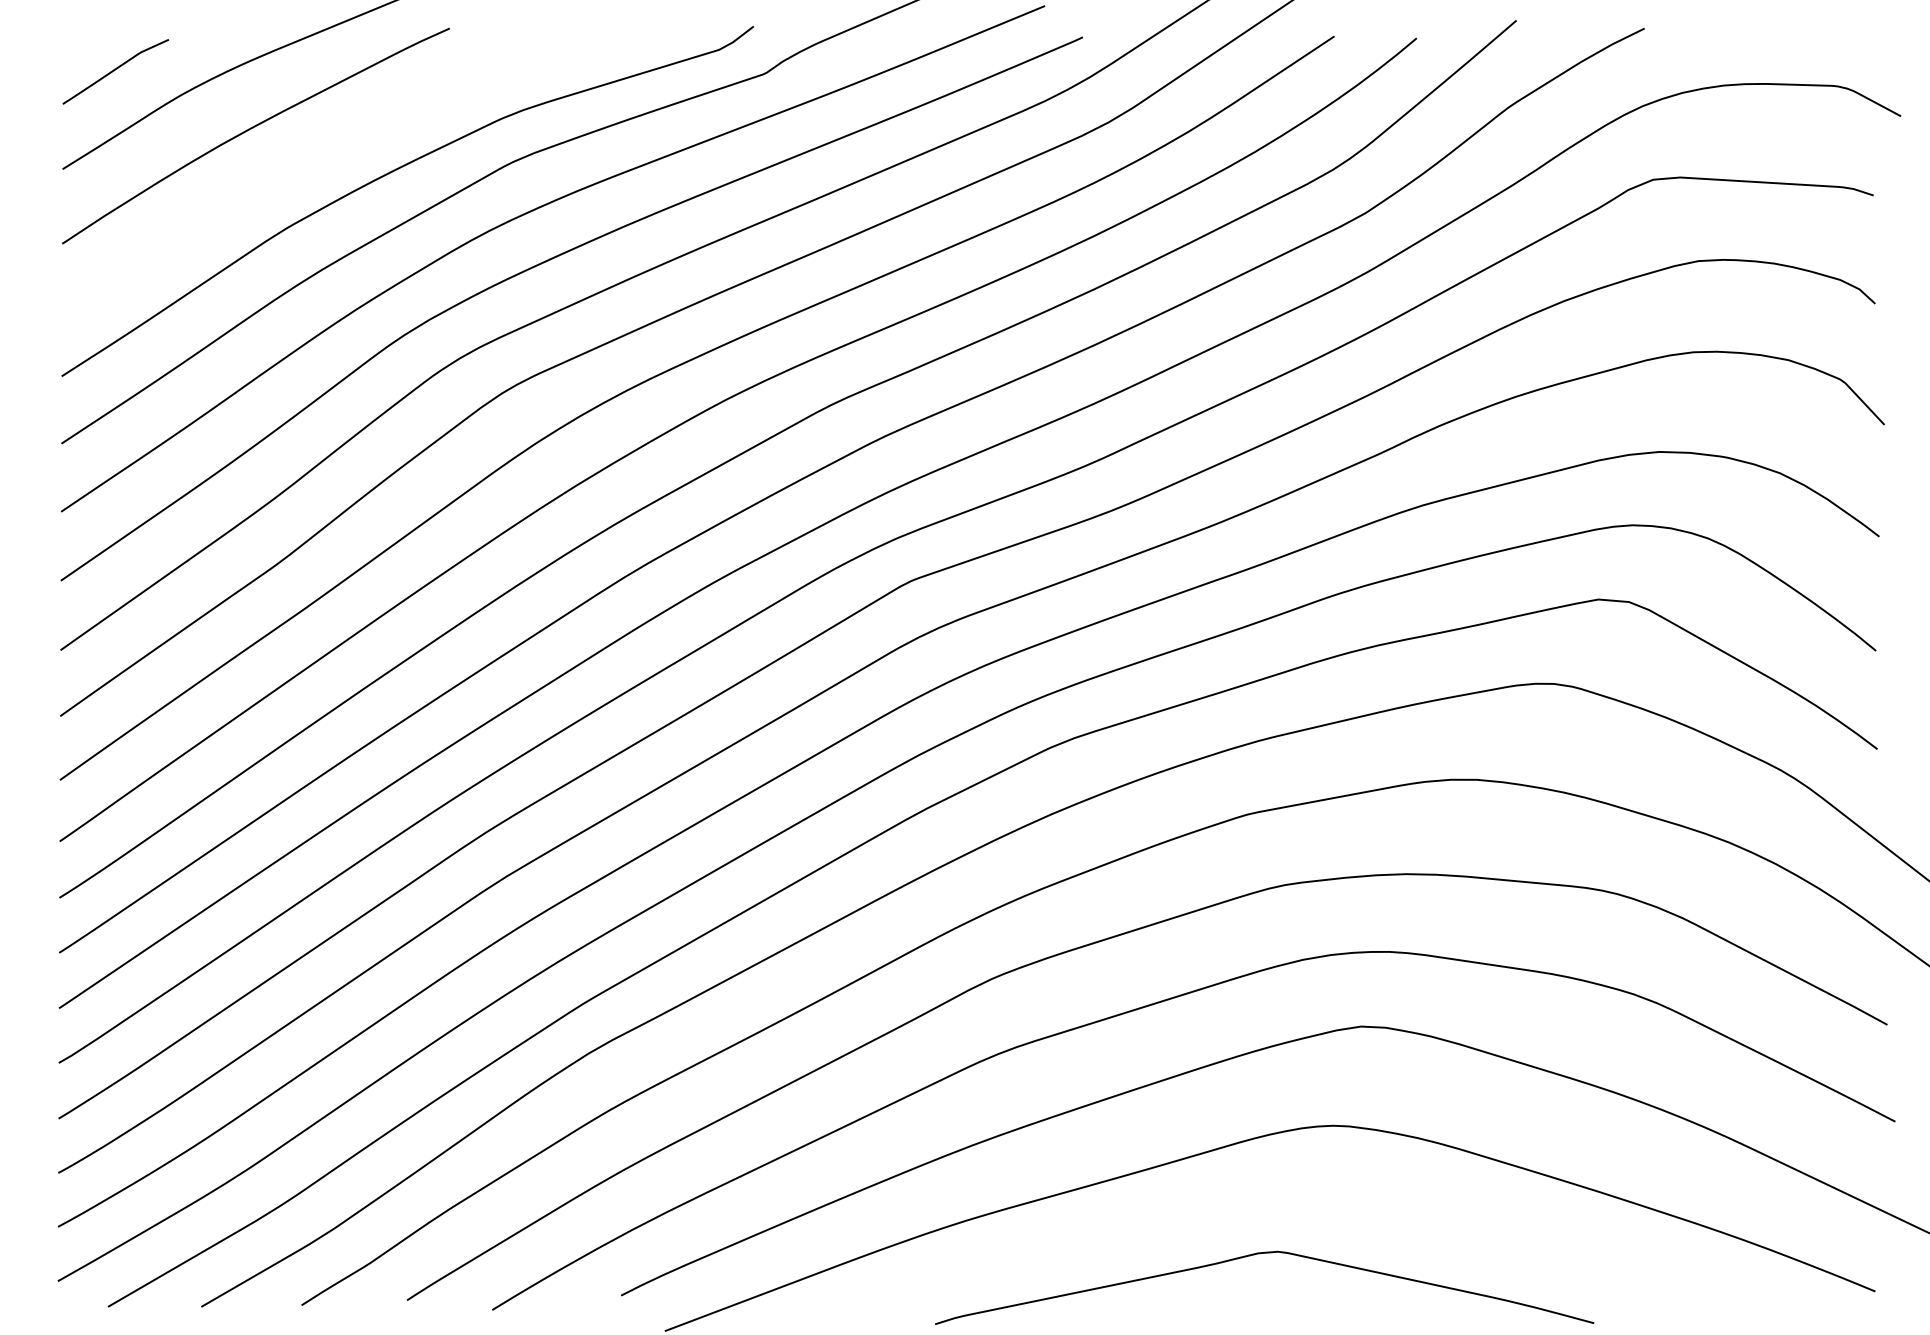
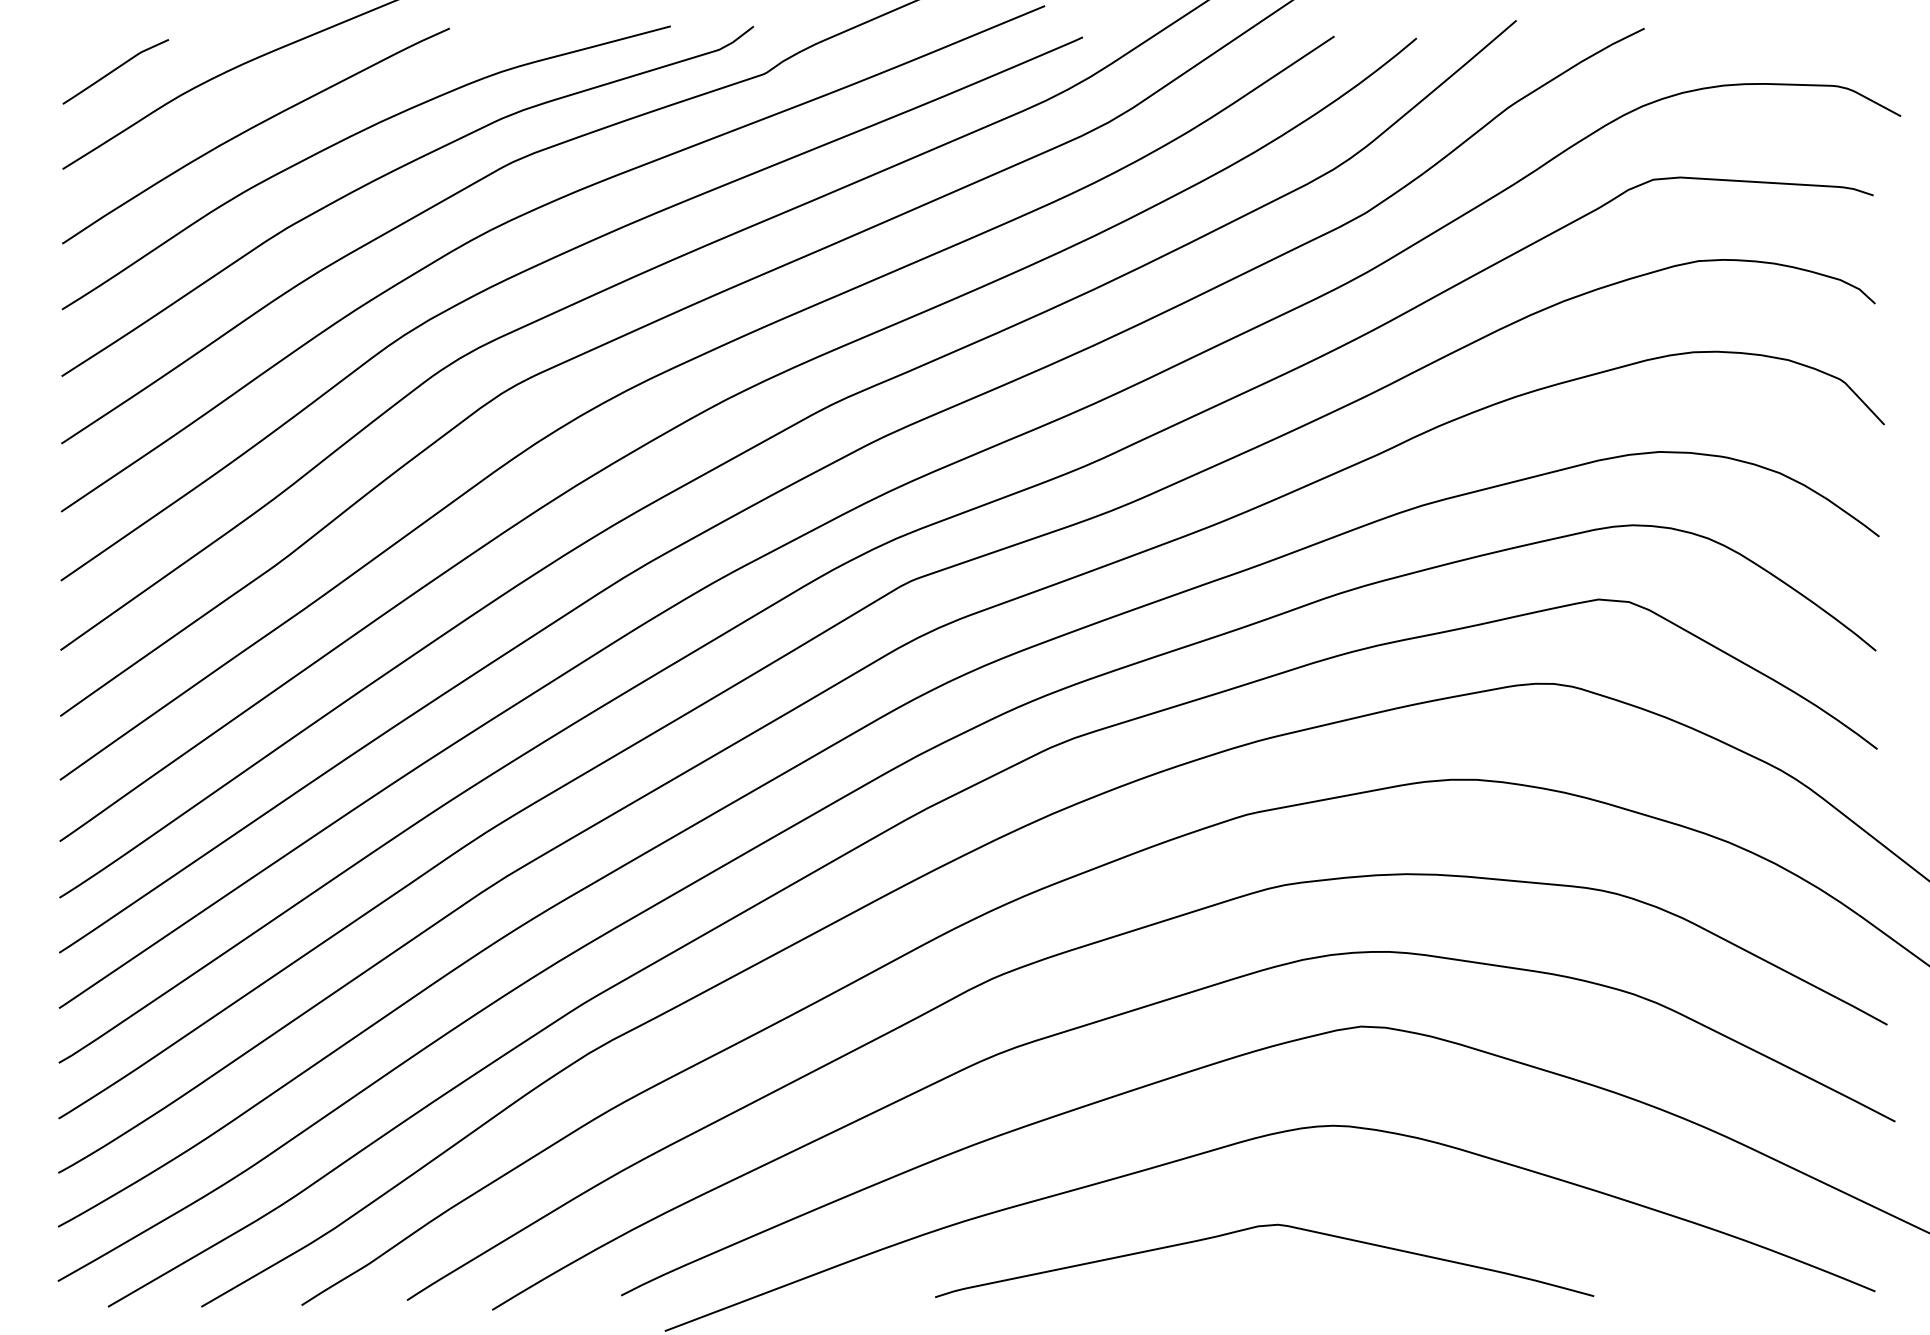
curve at (351, 137): none -> present
curve at (1260, 1254) position: (1260, 1254) -> (1260, 1227)
